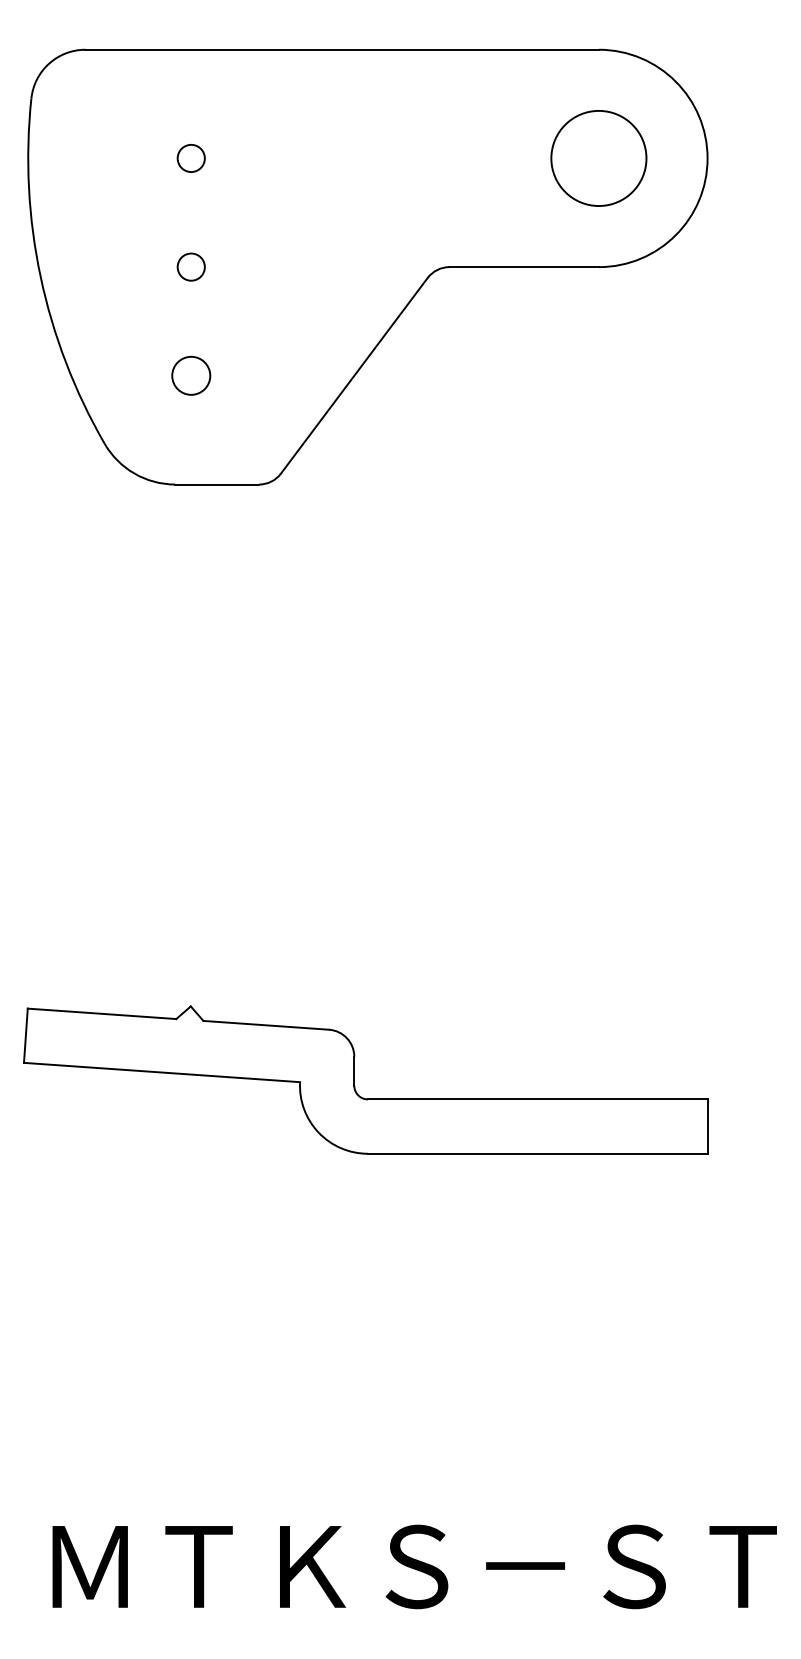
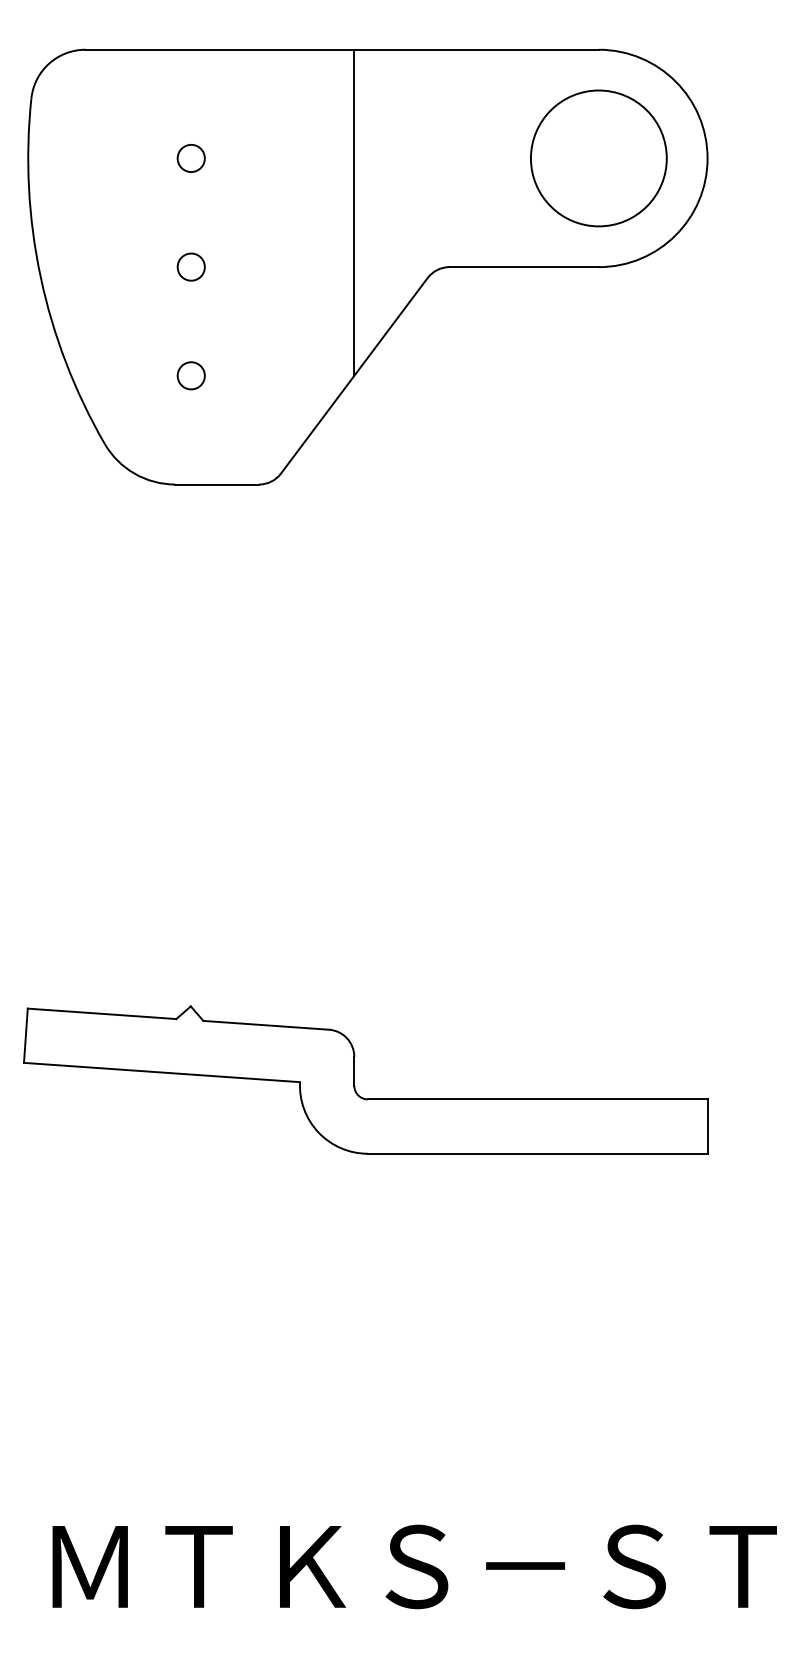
circle at (598, 158) size: 98x97 px -> 138x139 px
line at (354, 212): none -> present
circle at (191, 375) diameter: 38 px -> 27 px
